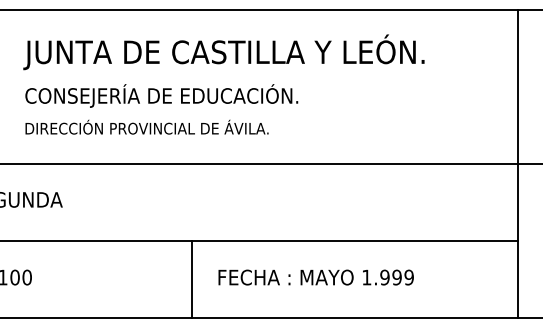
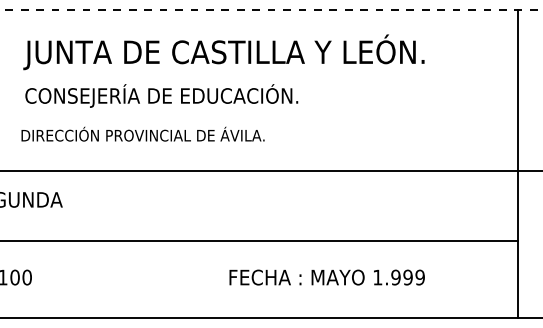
line at (271, 9): solid -> dashed
text at (146, 126) position: (146, 126) -> (142, 133)
line at (270, 164) position: (270, 164) -> (270, 171)
text at (315, 277) position: (315, 277) -> (326, 277)
line at (192, 279): present -> none
